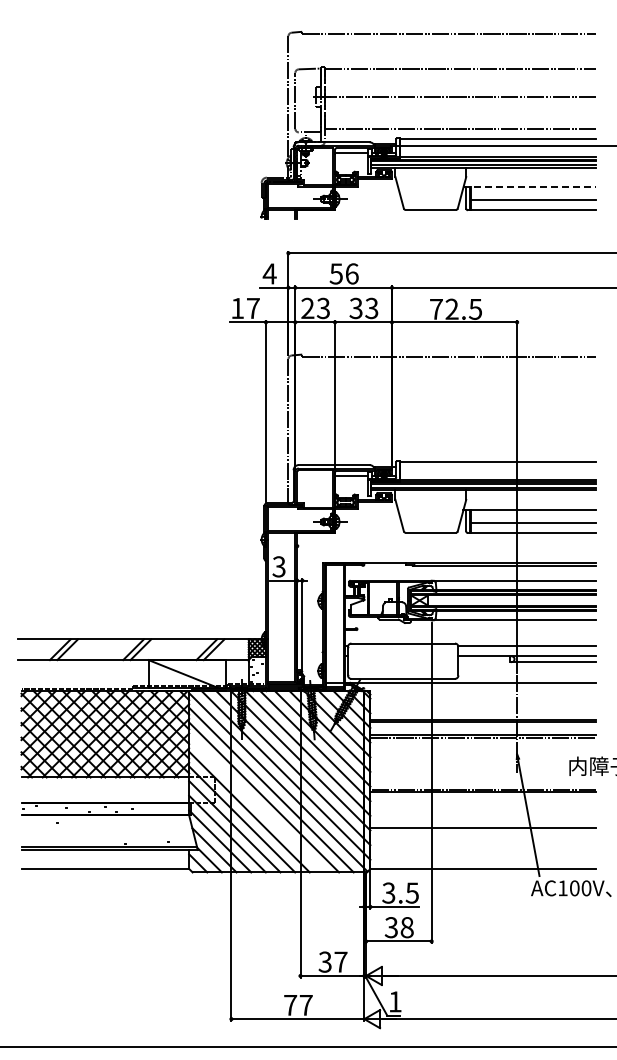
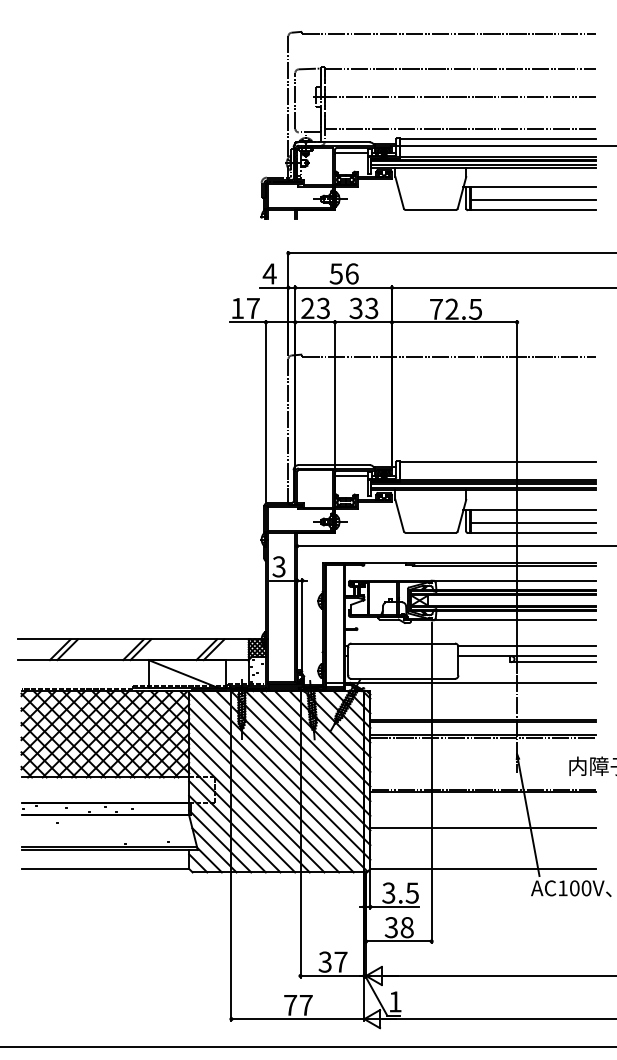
line at (530, 187): dashed -> solid
line at (455, 546): none -> present
line at (256, 804): none -> present
